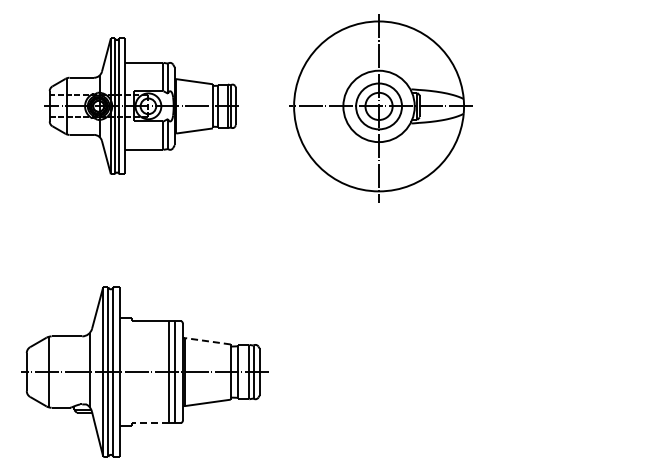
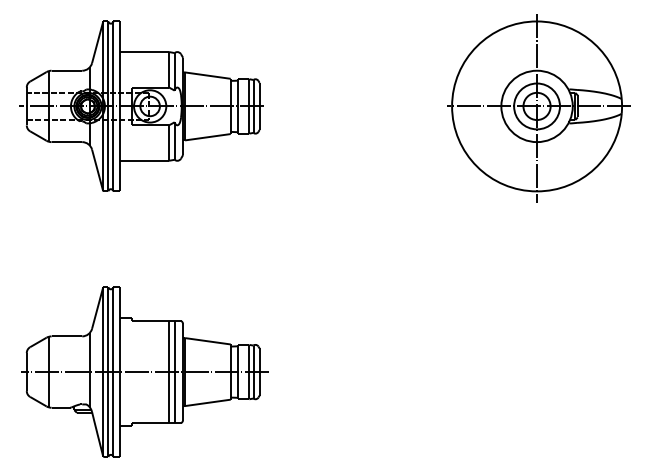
part at (141, 105) size: 195x138 px -> 245x172 px
part at (380, 108) position: (380, 108) -> (538, 108)
line at (207, 341): dashed -> solid
line at (150, 423): dashed -> solid
